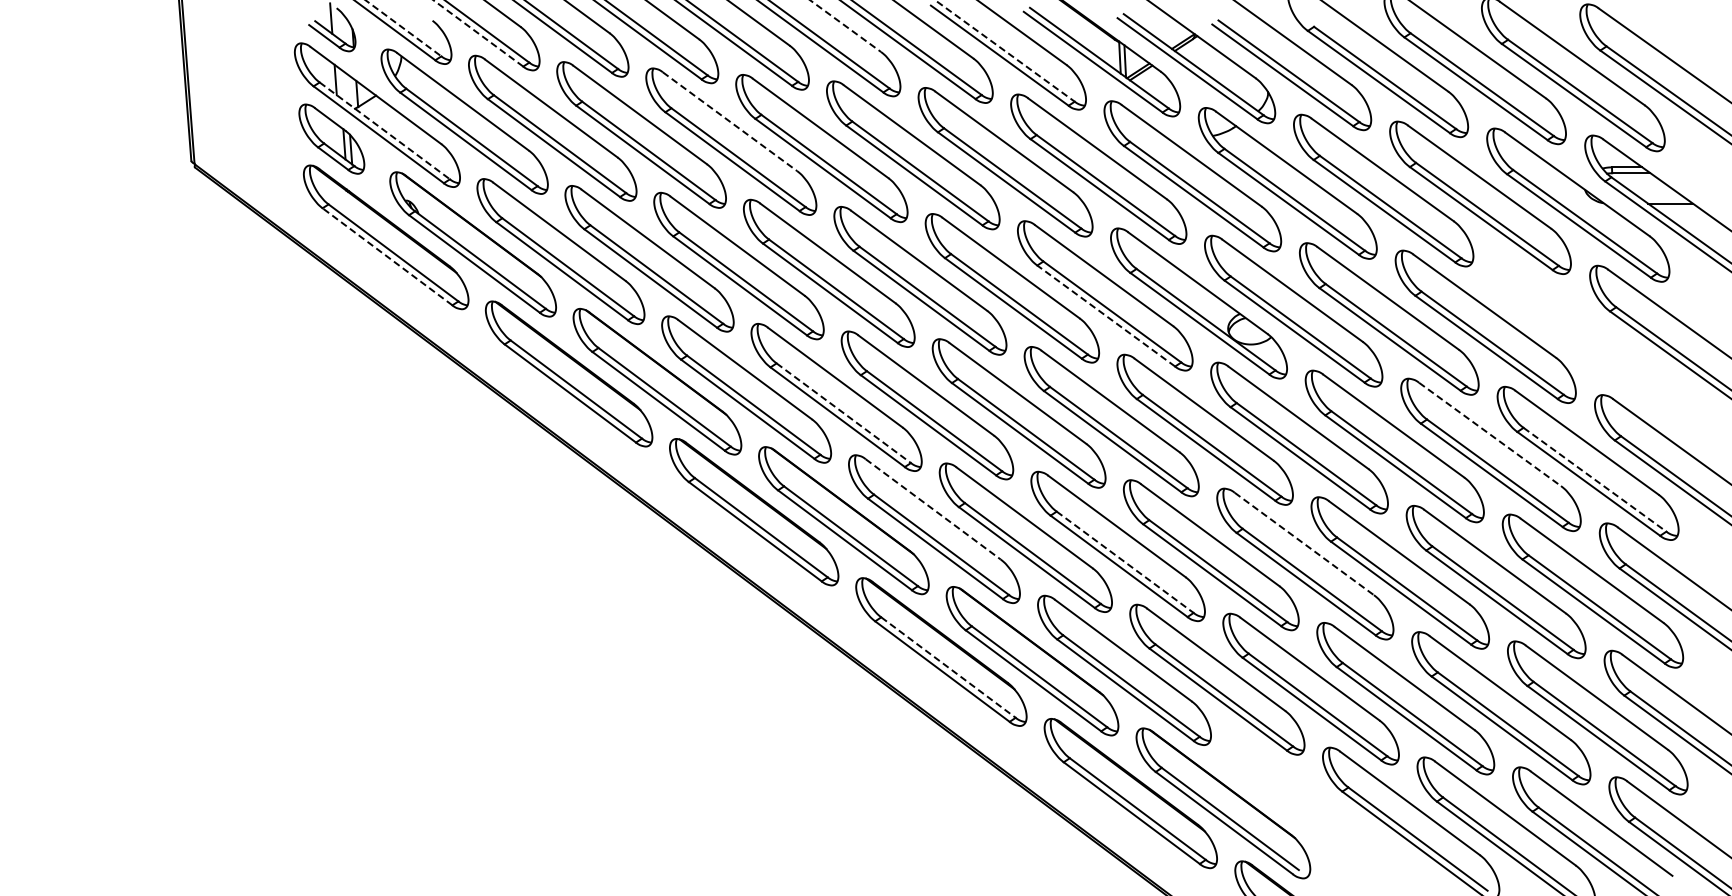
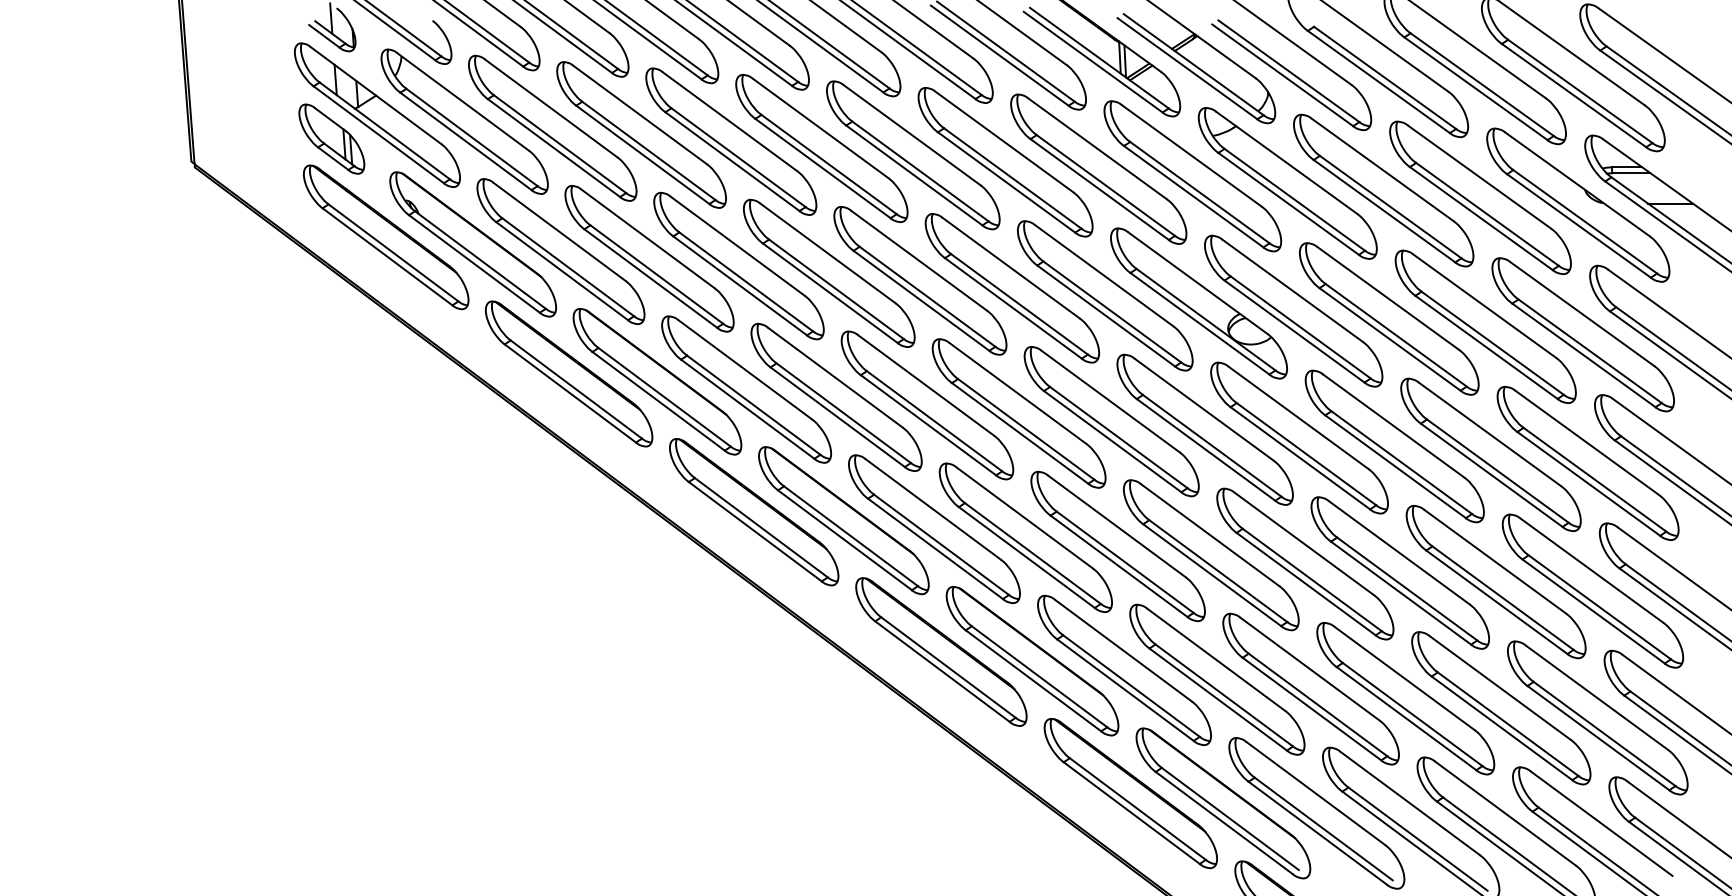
line at (845, 26): dashed -> solid
line at (403, 28): dashed -> solid
line at (478, 33): dashed -> solid
line at (1006, 51): dashed -> solid
line at (730, 122): dashed -> solid
line at (385, 131): dashed -> solid
line at (387, 256): dashed -> solid
line at (1105, 315): dashed -> solid
part at (1582, 334): none -> present
line at (843, 413): dashed -> solid
line at (1490, 434): dashed -> solid
line at (1595, 480): dashed -> solid
line at (933, 509): dashed -> solid
line at (1304, 544): dashed -> solid
line at (1125, 562): dashed -> solid
line at (948, 667): dashed -> solid
part at (1316, 813): none -> present
